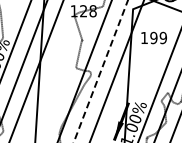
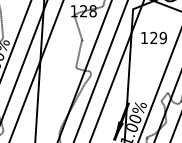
text at (153, 38): 199 -> 129
line at (100, 71): dashed -> solid
